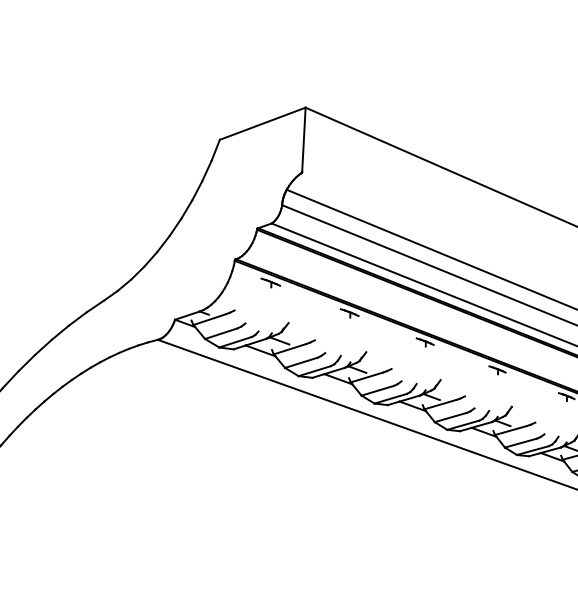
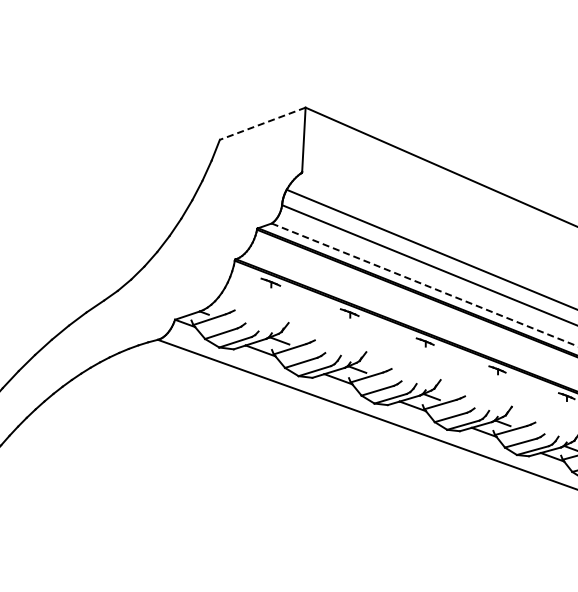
line at (262, 123): solid -> dashed
line at (424, 284): solid -> dashed
